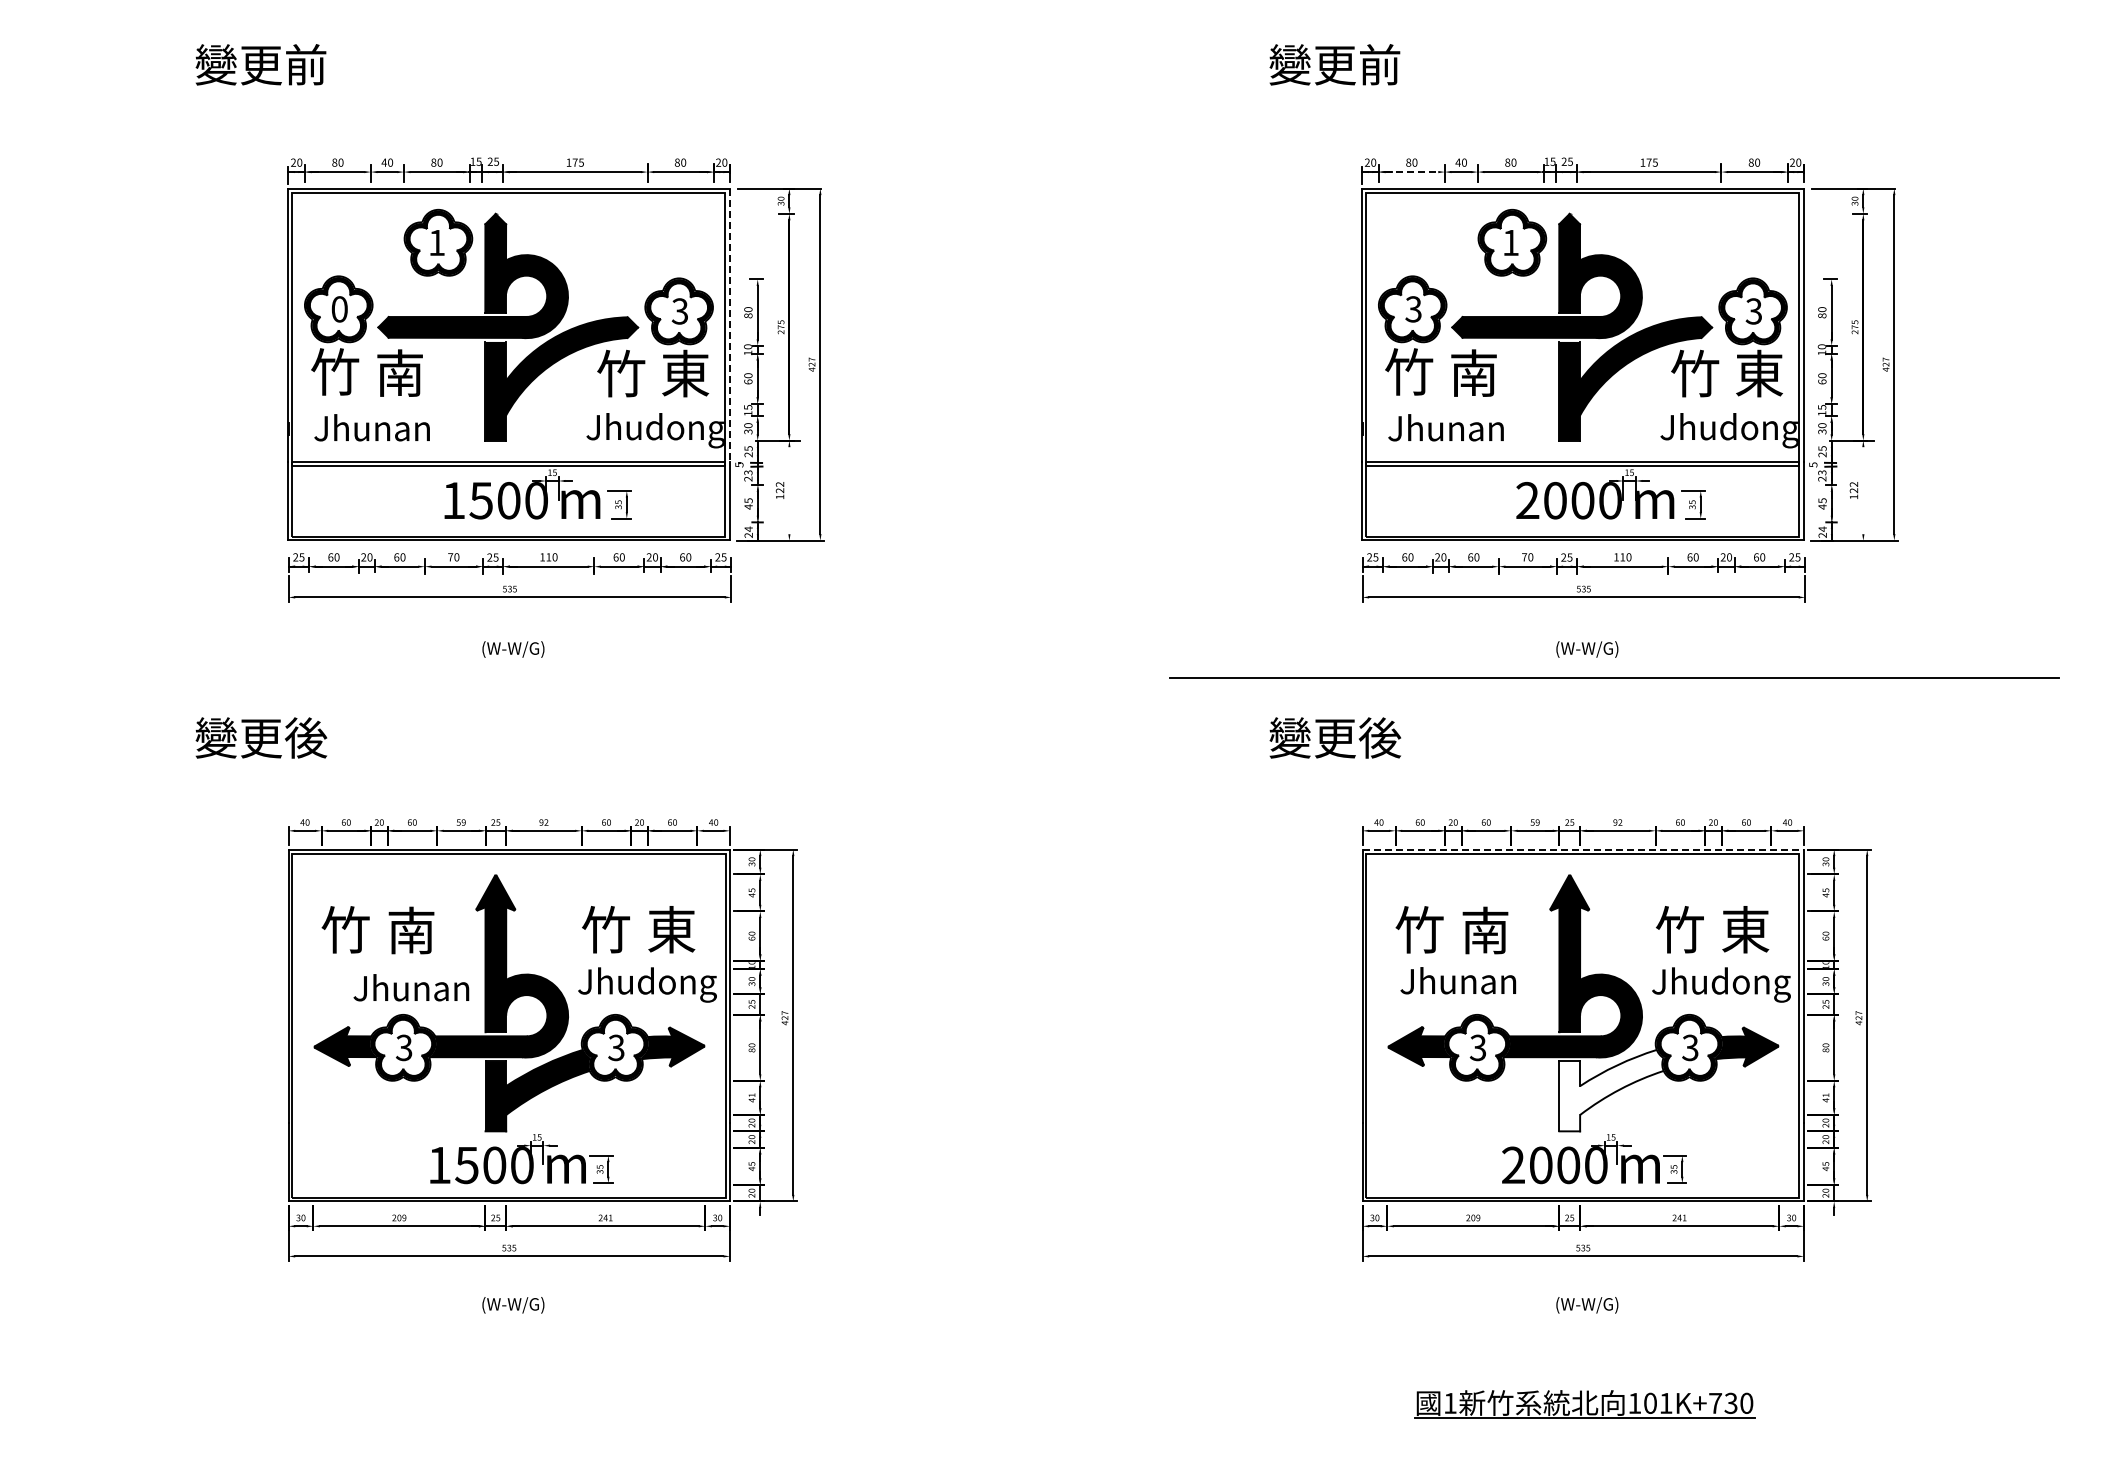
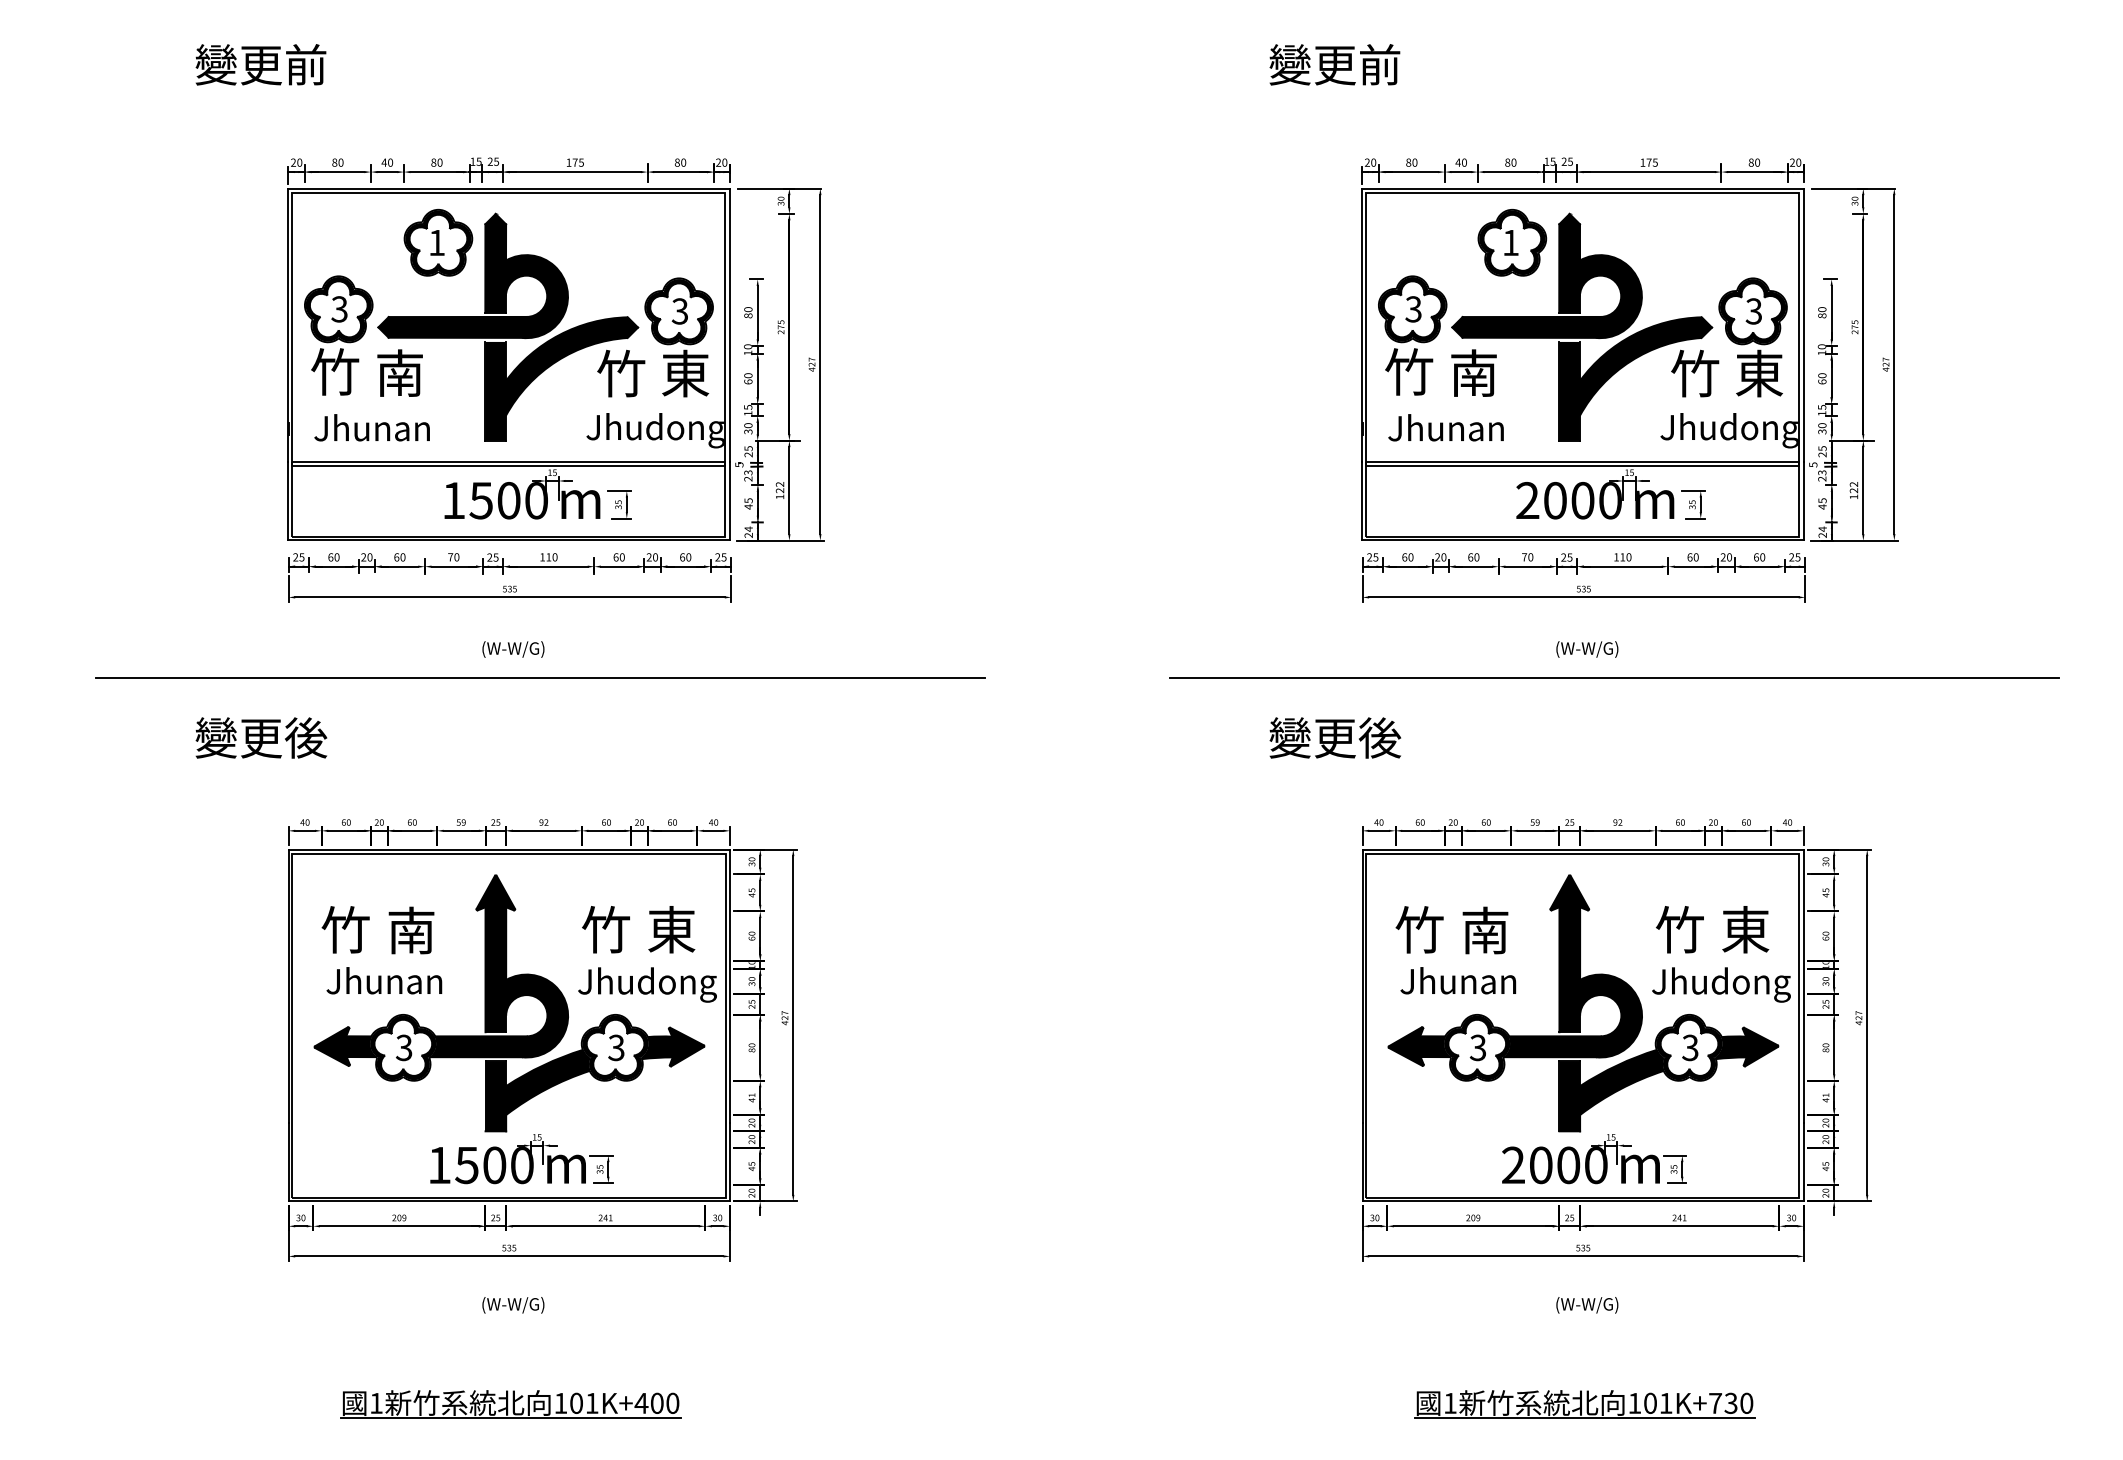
line at (1412, 172): dashed -> solid
text at (339, 309): 0 -> 3
line at (729, 325): dashed -> solid
line at (789, 490): none -> present
line at (1863, 490): none -> present
line at (540, 678): none -> present
line at (1583, 849): dashed -> solid
text at (411, 987) position: (411, 987) -> (384, 980)
fill at (1611, 1090): none -> present
part at (510, 1404): none -> present
